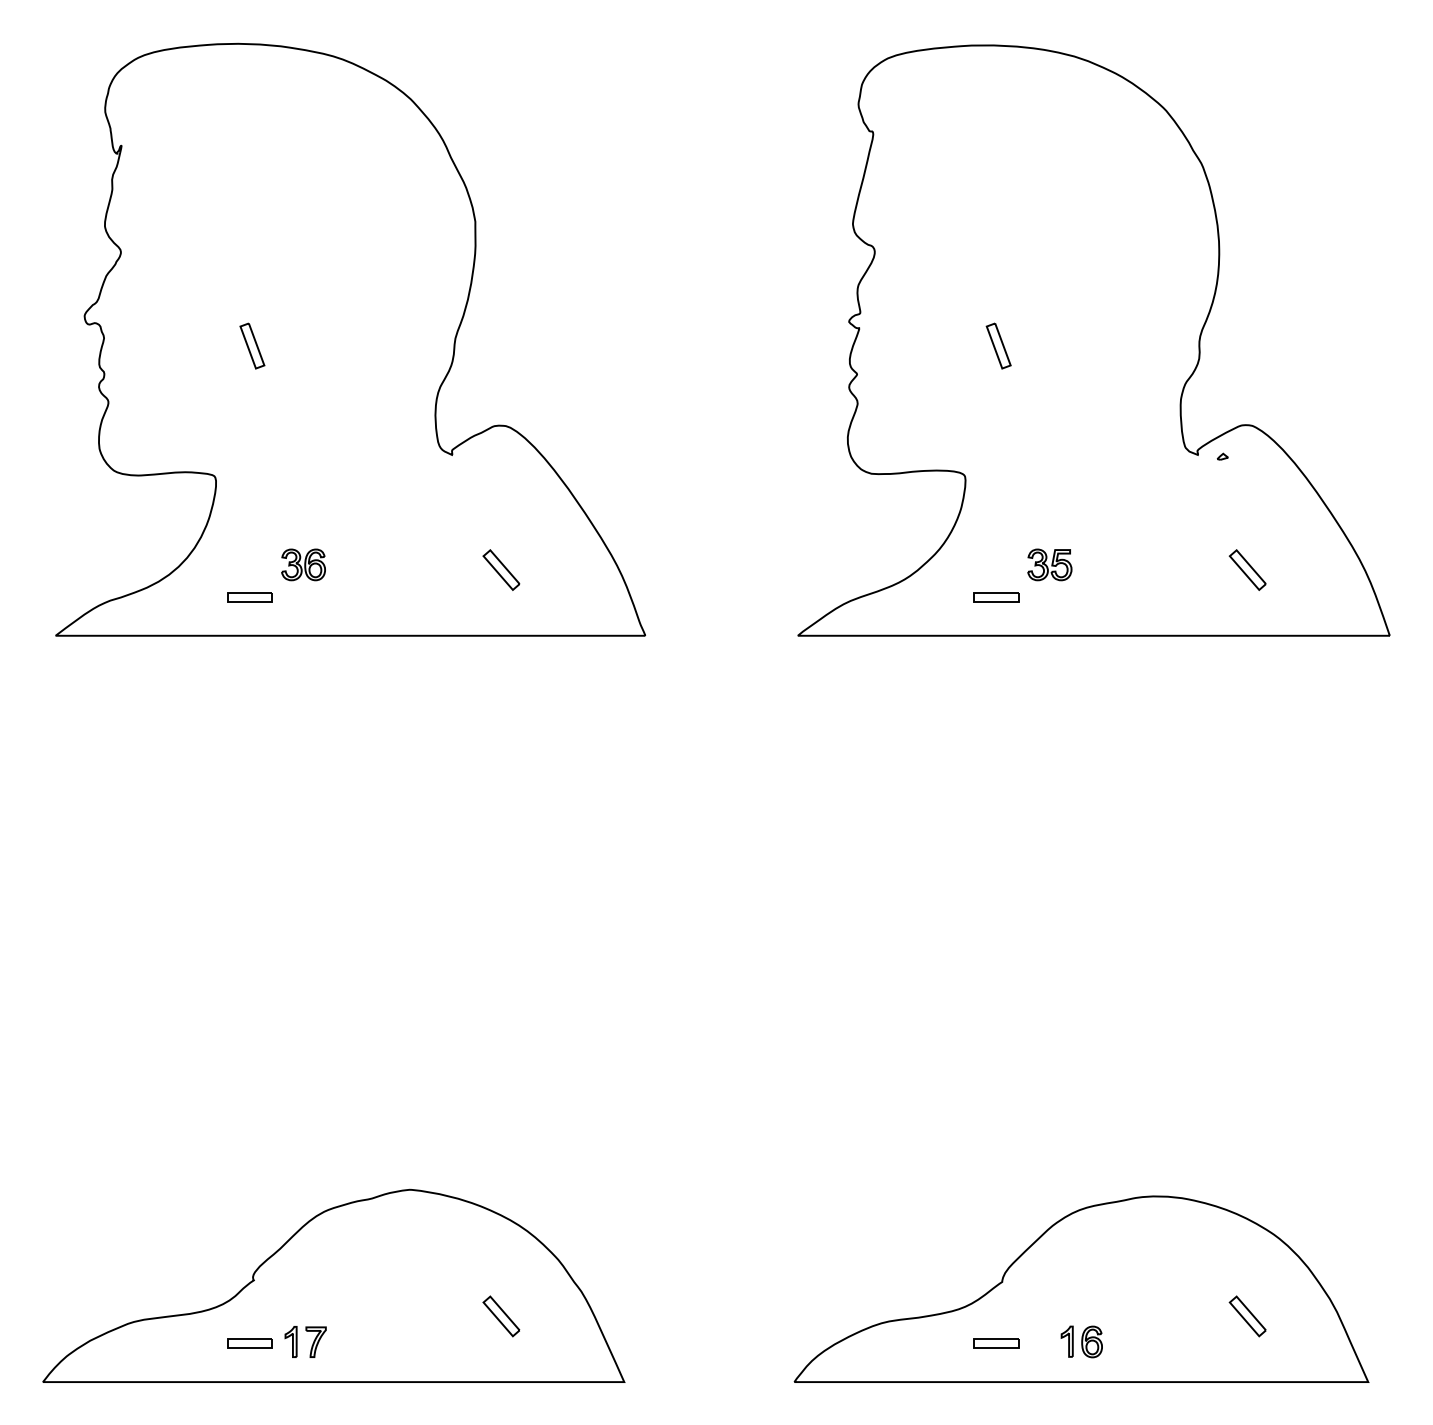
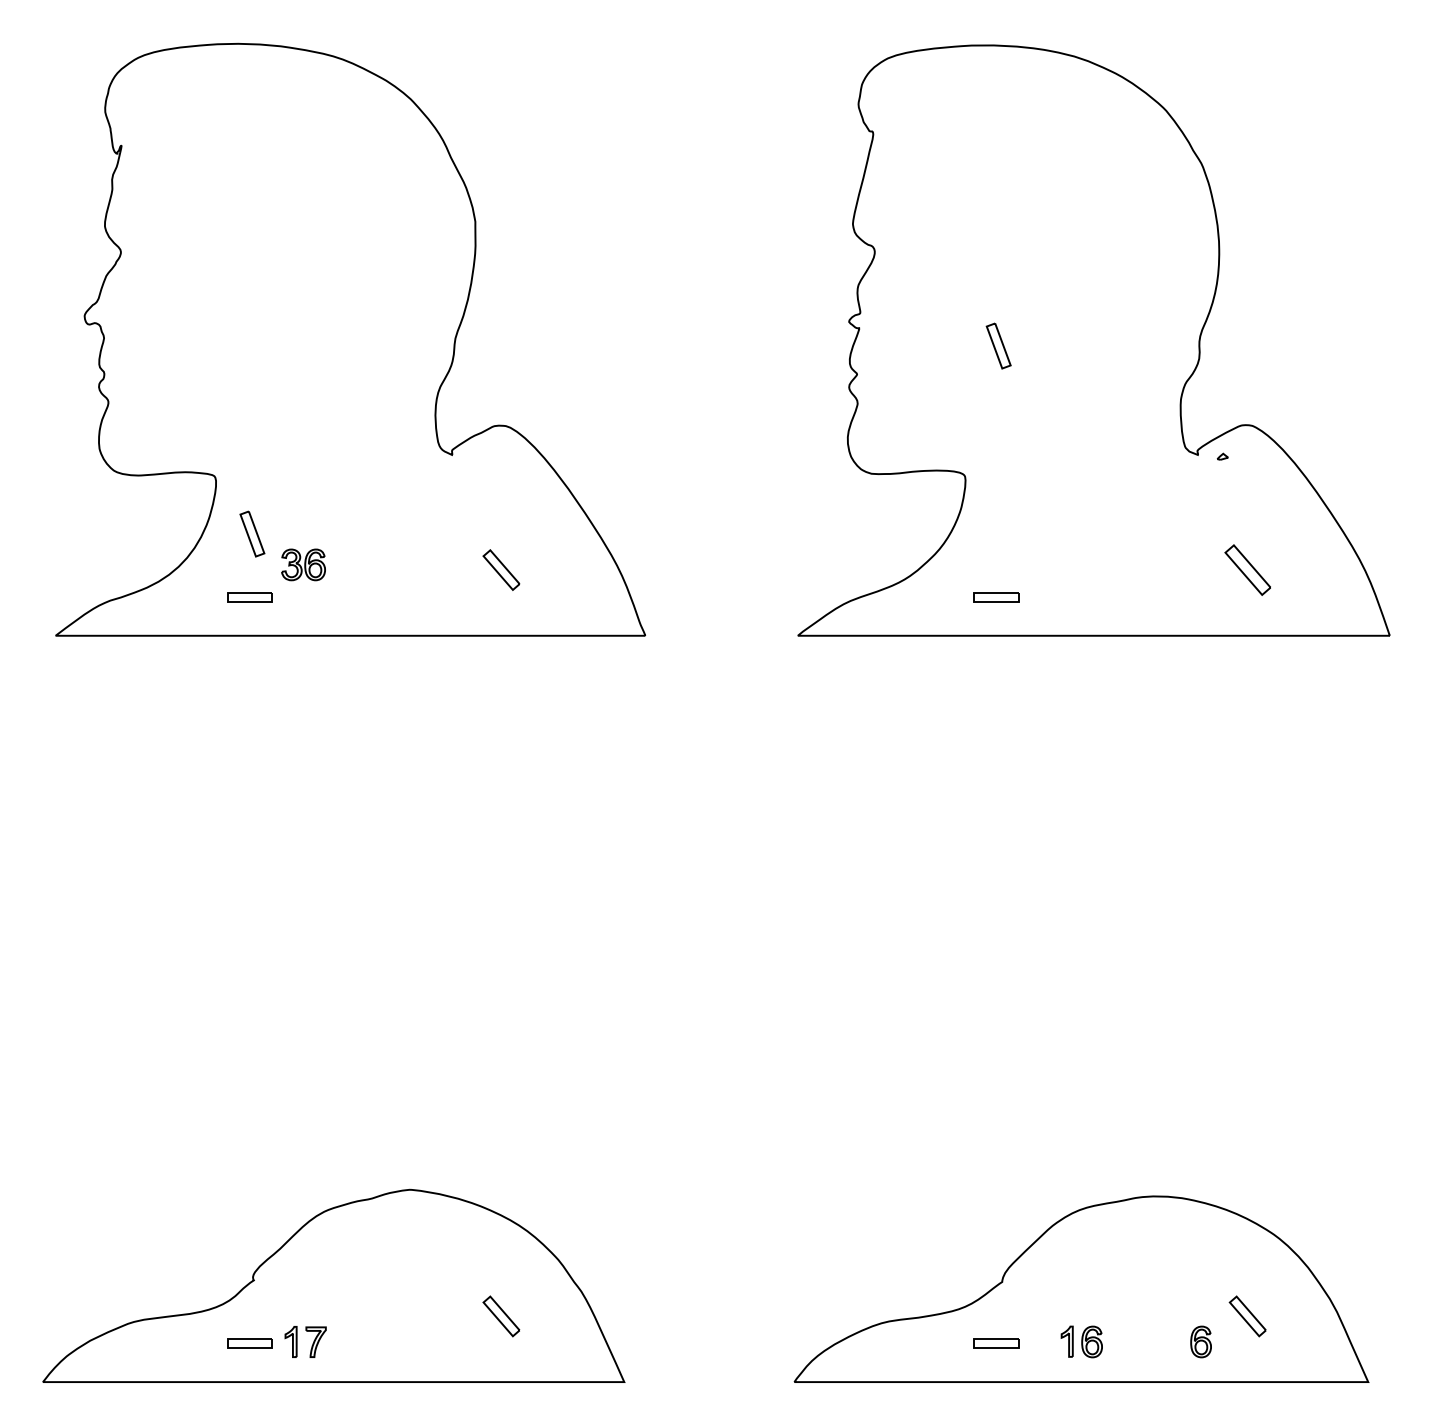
part at (252, 345) position: (252, 345) -> (252, 533)
part at (1049, 564): present -> none
part at (1247, 569) size: 39x42 px -> 47x52 px
part at (1200, 1341): none -> present
